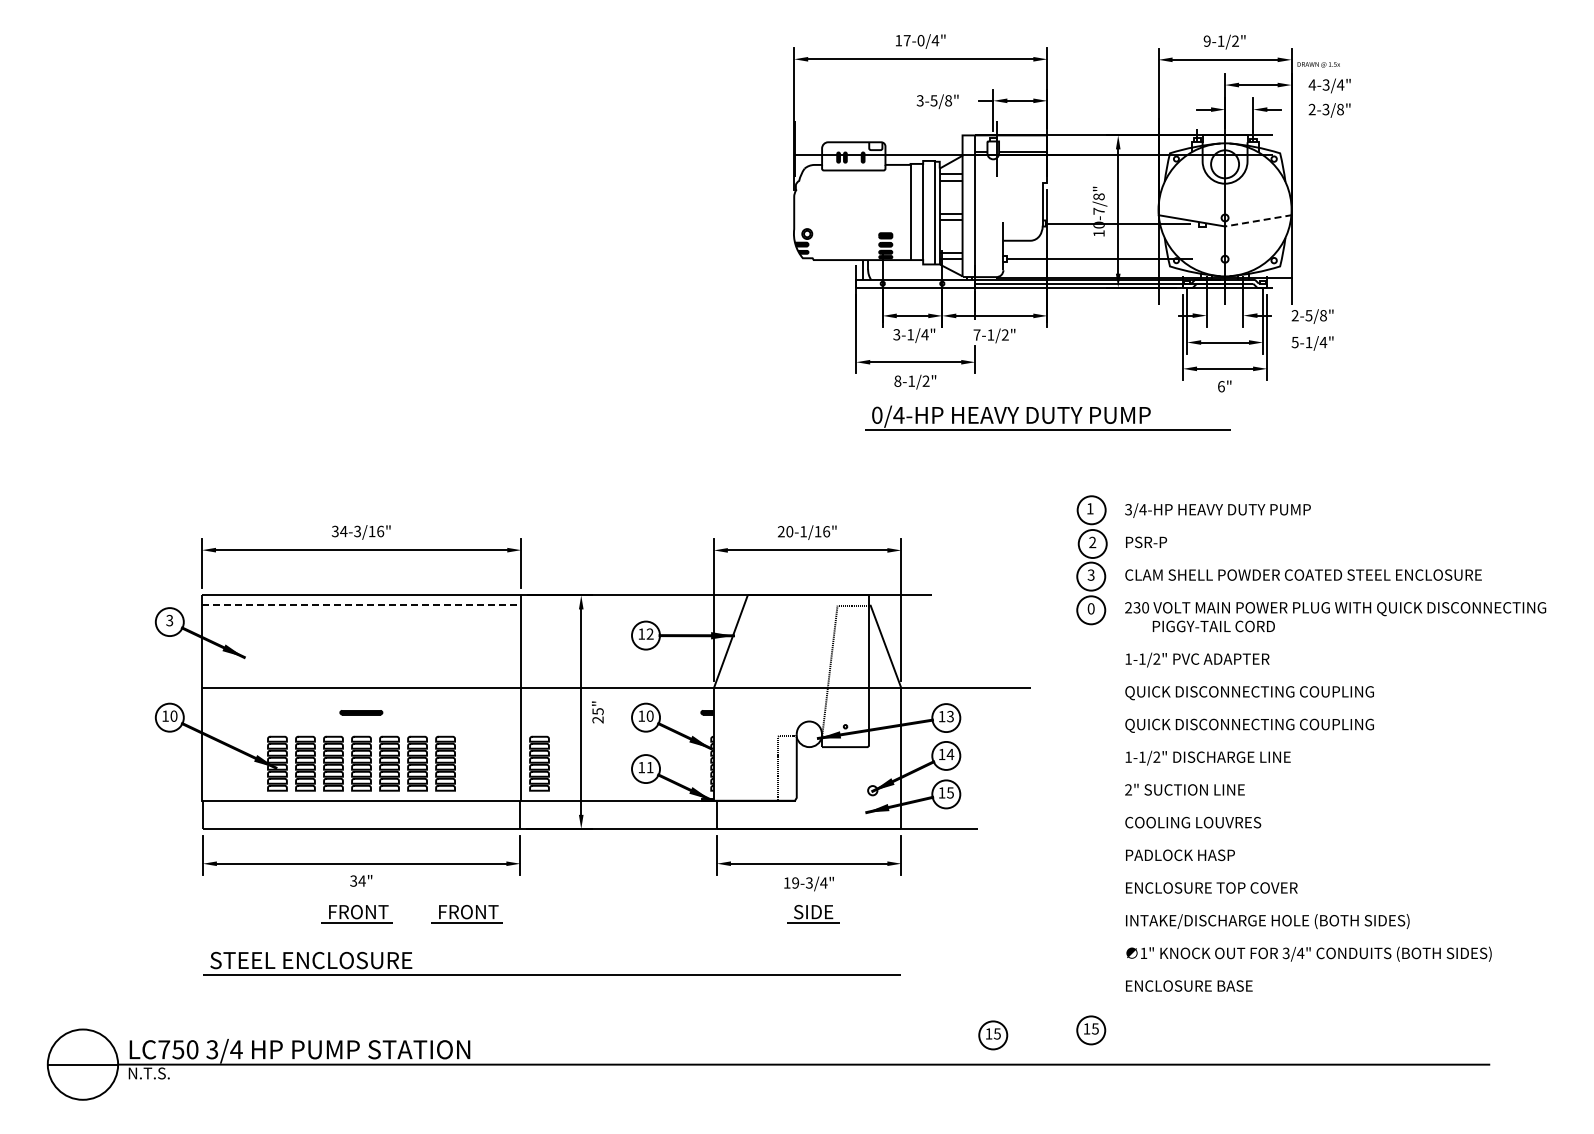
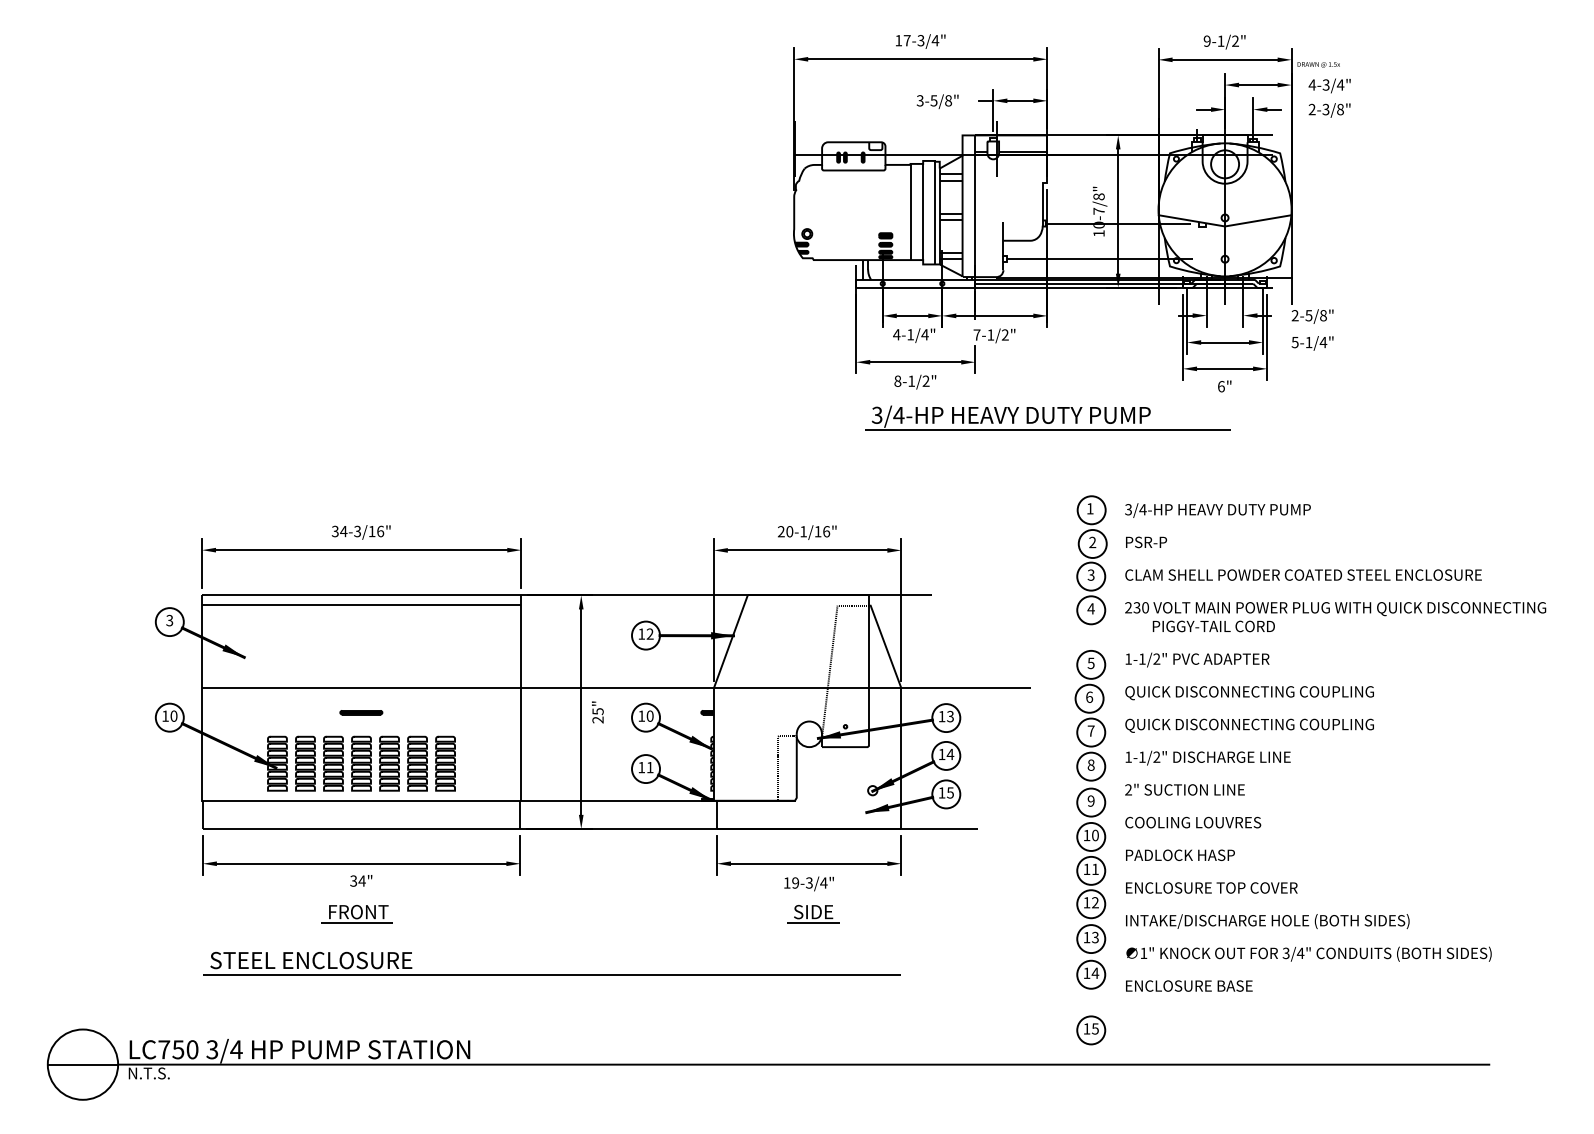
text at (920, 40): 17-0/4" -> 17-3/4"
line at (1258, 220): dashed -> solid
text at (896, 334): 3-1/4" -> 4-1/4"
text at (876, 414): 0/4-HP -> 3/4-HP
line at (361, 604): dashed -> solid
text at (1090, 608): 0 -> 4
part at (539, 763): present -> none
part at (1090, 819): none -> present
part at (466, 914): present -> none
part at (993, 1035): present -> none
